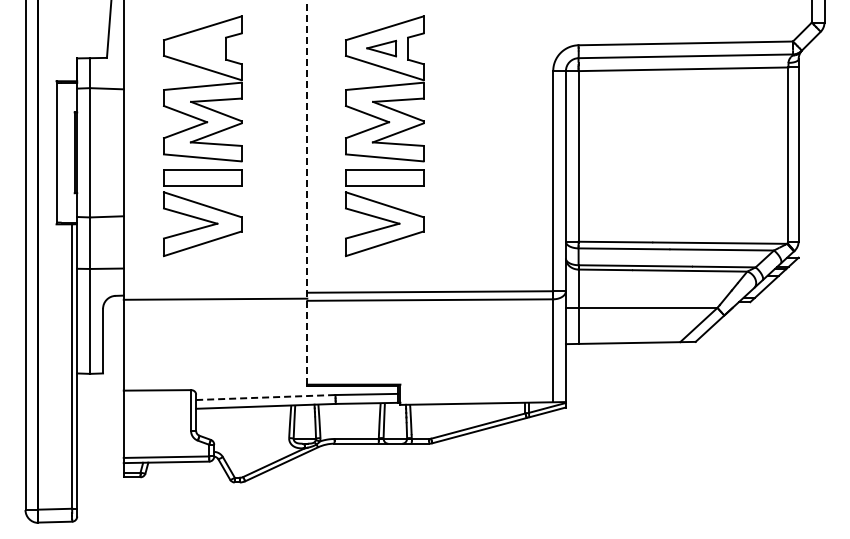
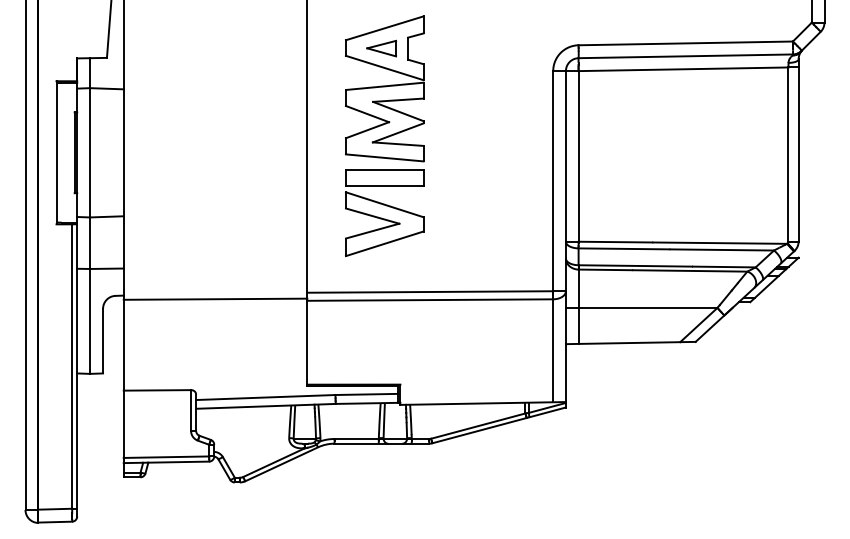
part at (202, 136): present -> none
line at (307, 192): dashed -> solid
line at (265, 397): dashed -> solid
